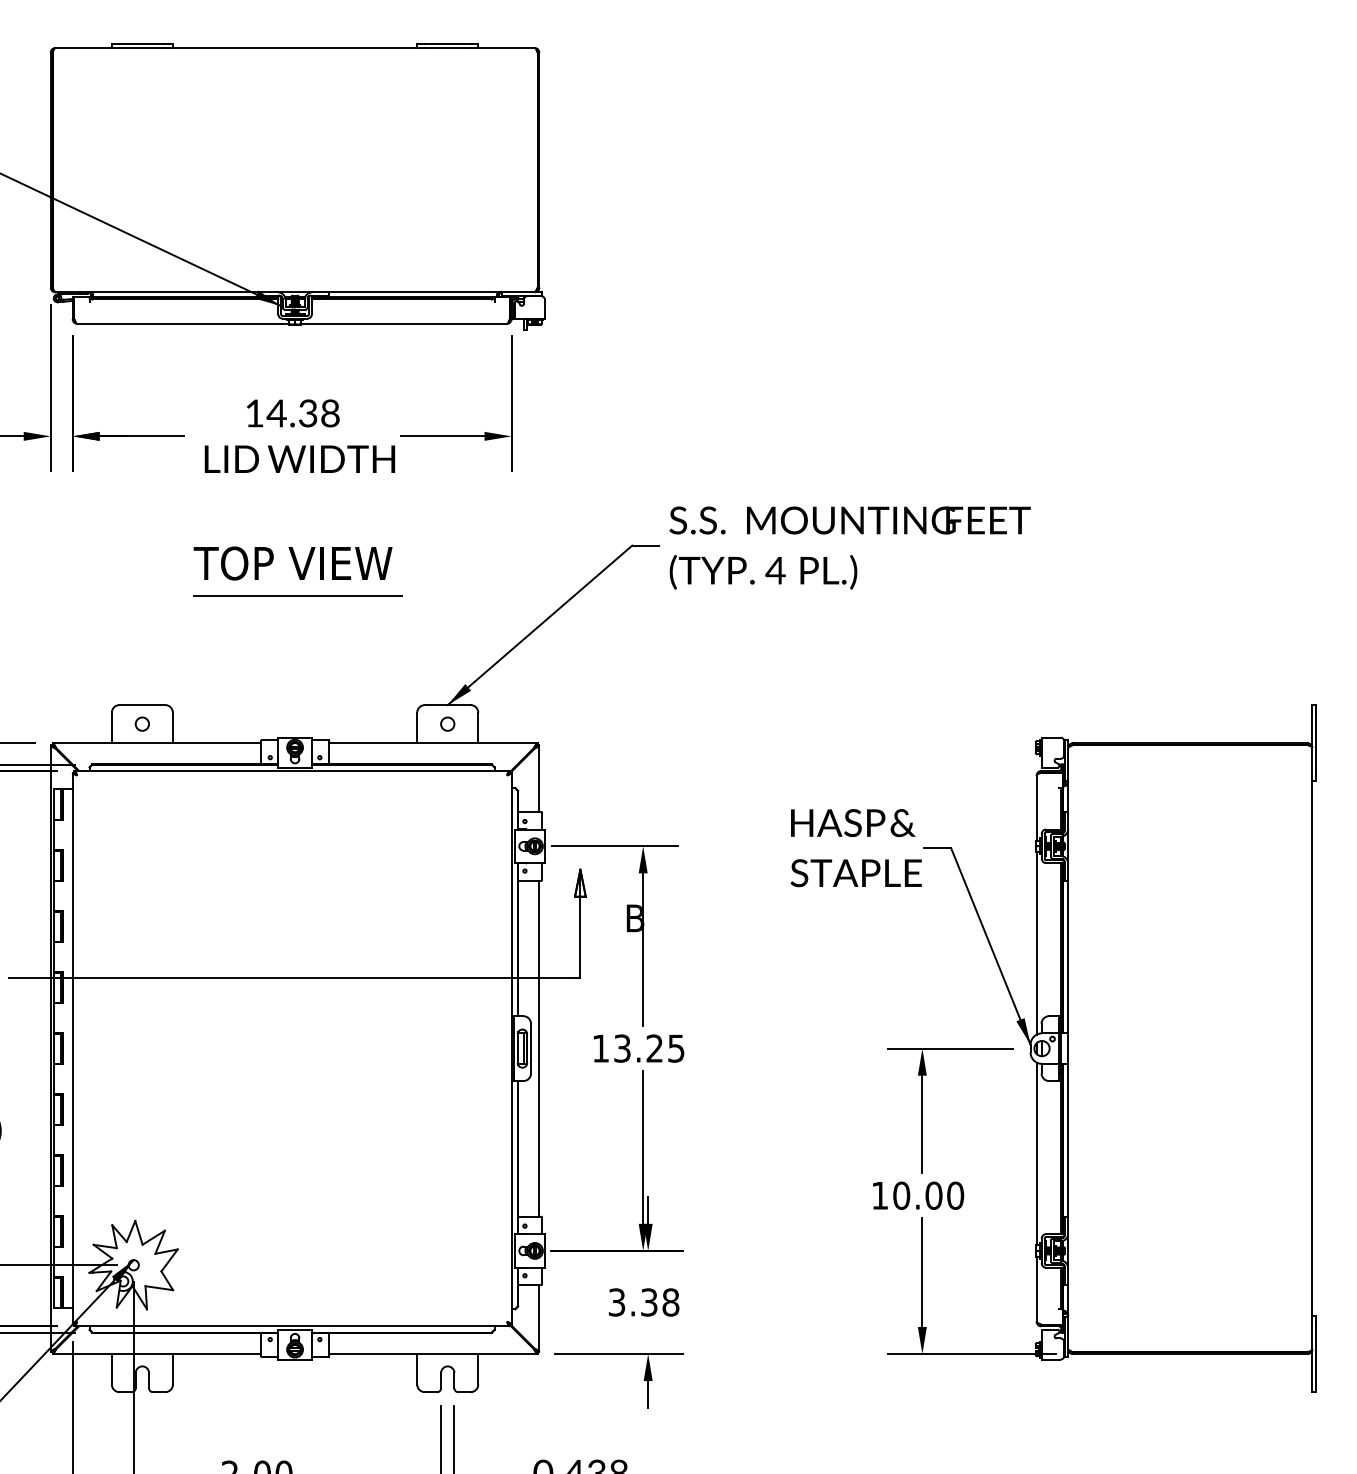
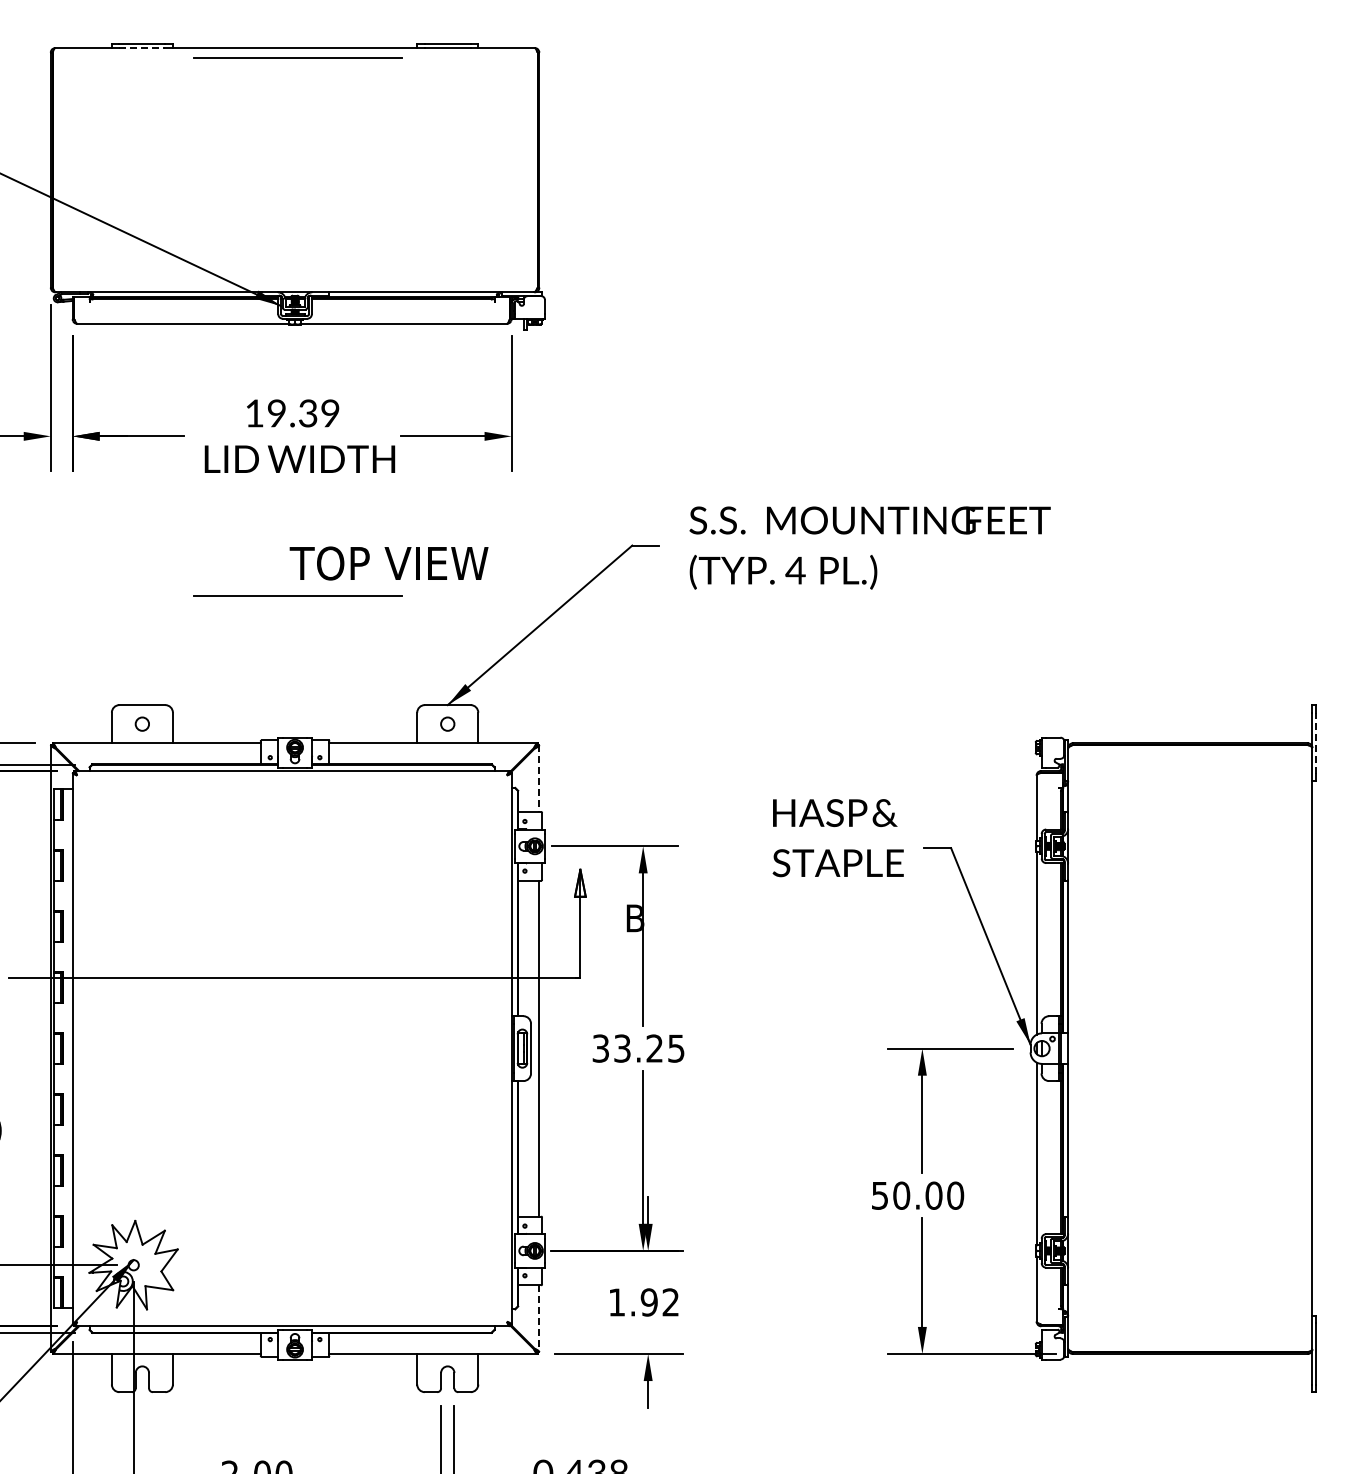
line at (142, 48): solid -> dashed
line at (297, 57): none -> present
text at (302, 413): 14.38 -> 19.39
text at (849, 547) position: (849, 547) -> (869, 547)
text at (292, 563) position: (292, 563) -> (388, 563)
line at (1316, 743): solid -> dashed
line at (539, 779): solid -> dashed
text at (855, 848) position: (855, 848) -> (837, 838)
text at (600, 1048): 13.25 -> 33.25
text at (879, 1195): 10.00 -> 50.00
text at (643, 1302): 3.38 -> 1.92
line at (539, 1319): solid -> dashed
